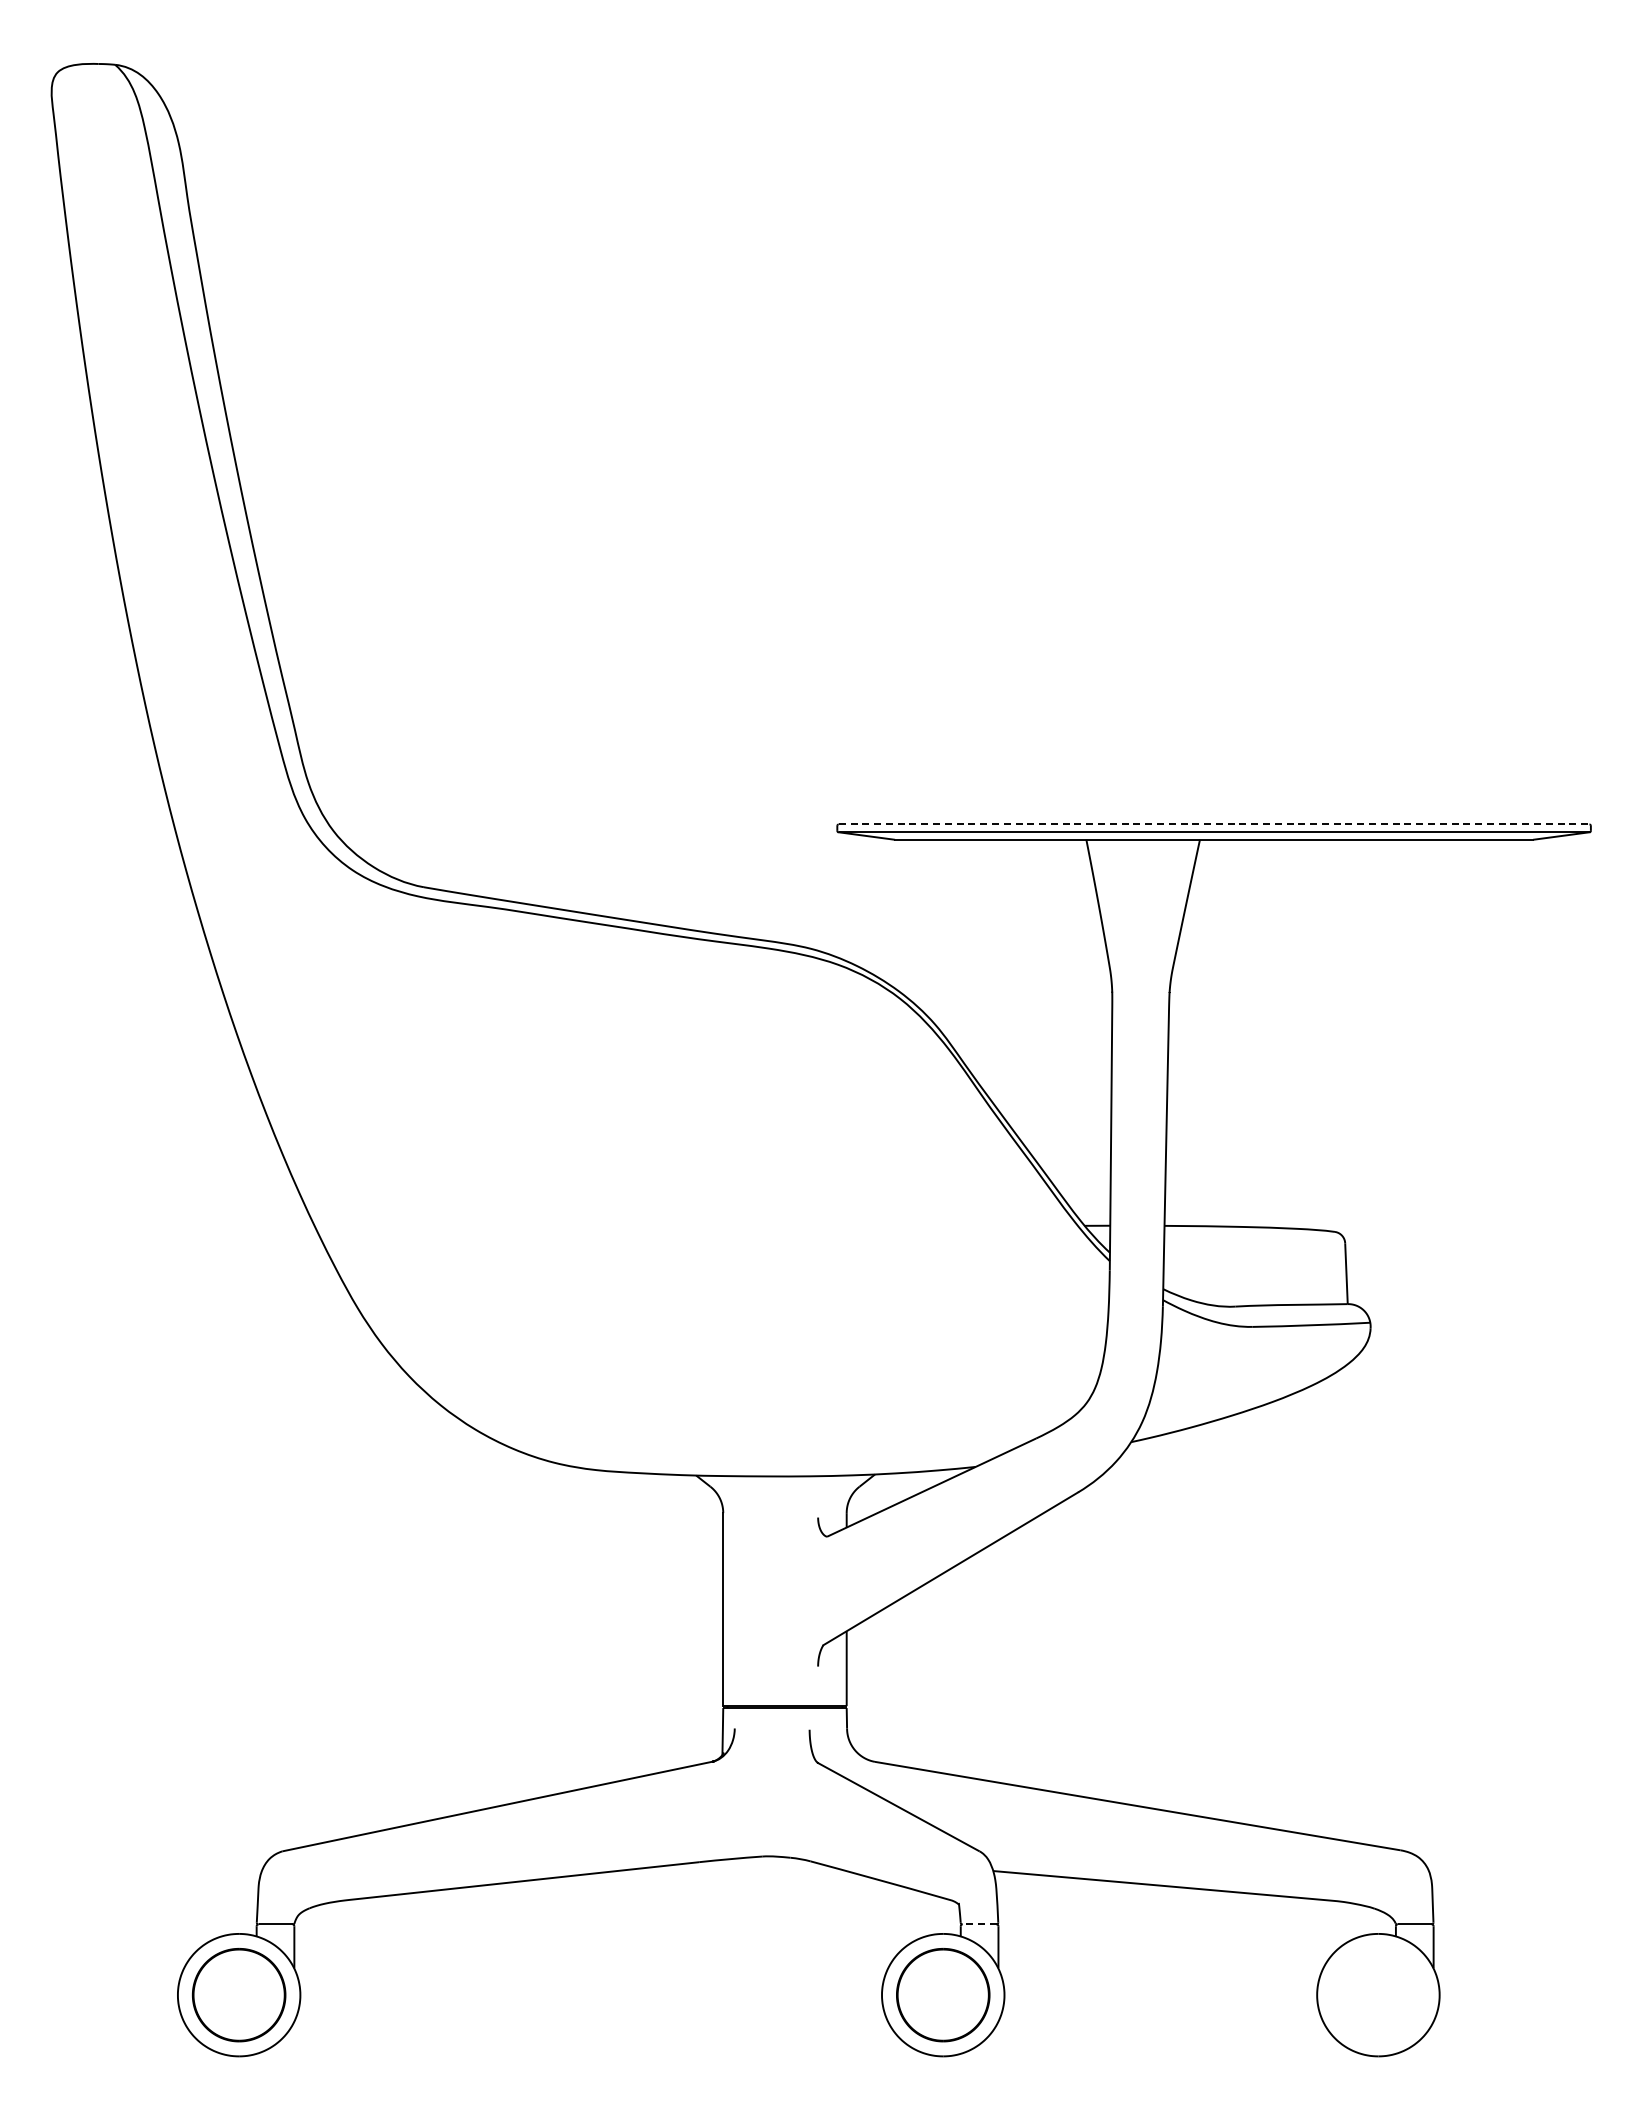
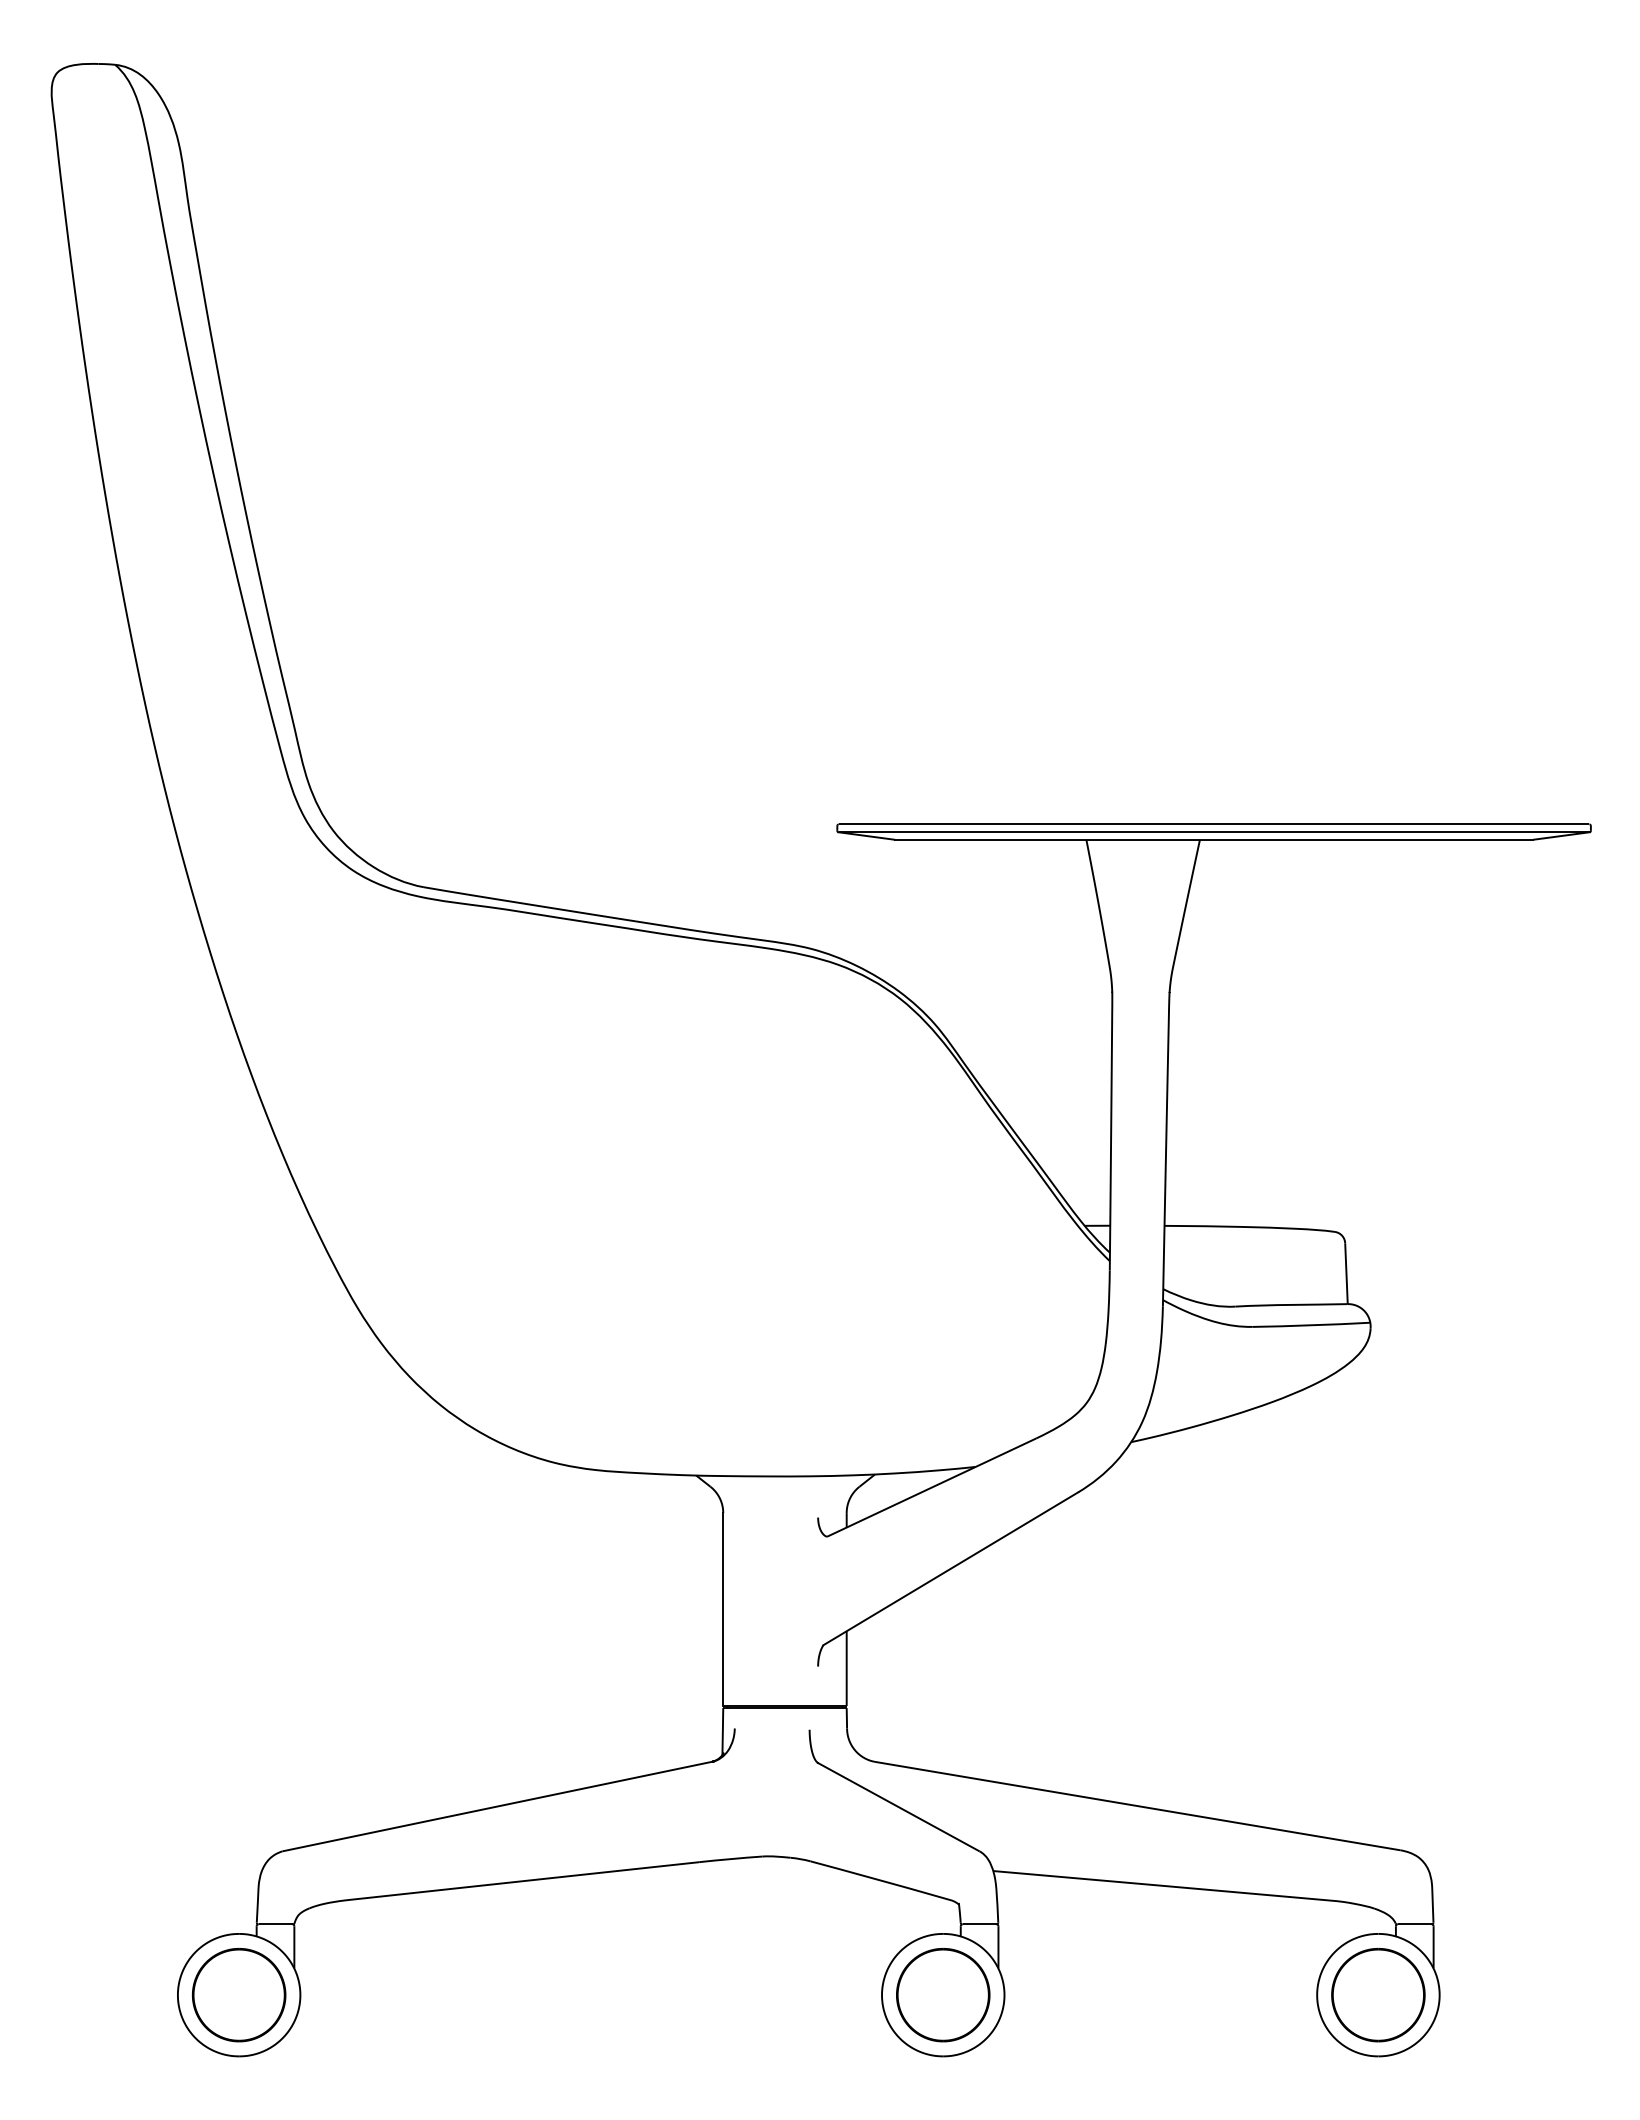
line at (1214, 824): dashed -> solid
line at (979, 1924): dashed -> solid
part at (1378, 1995): none -> present
